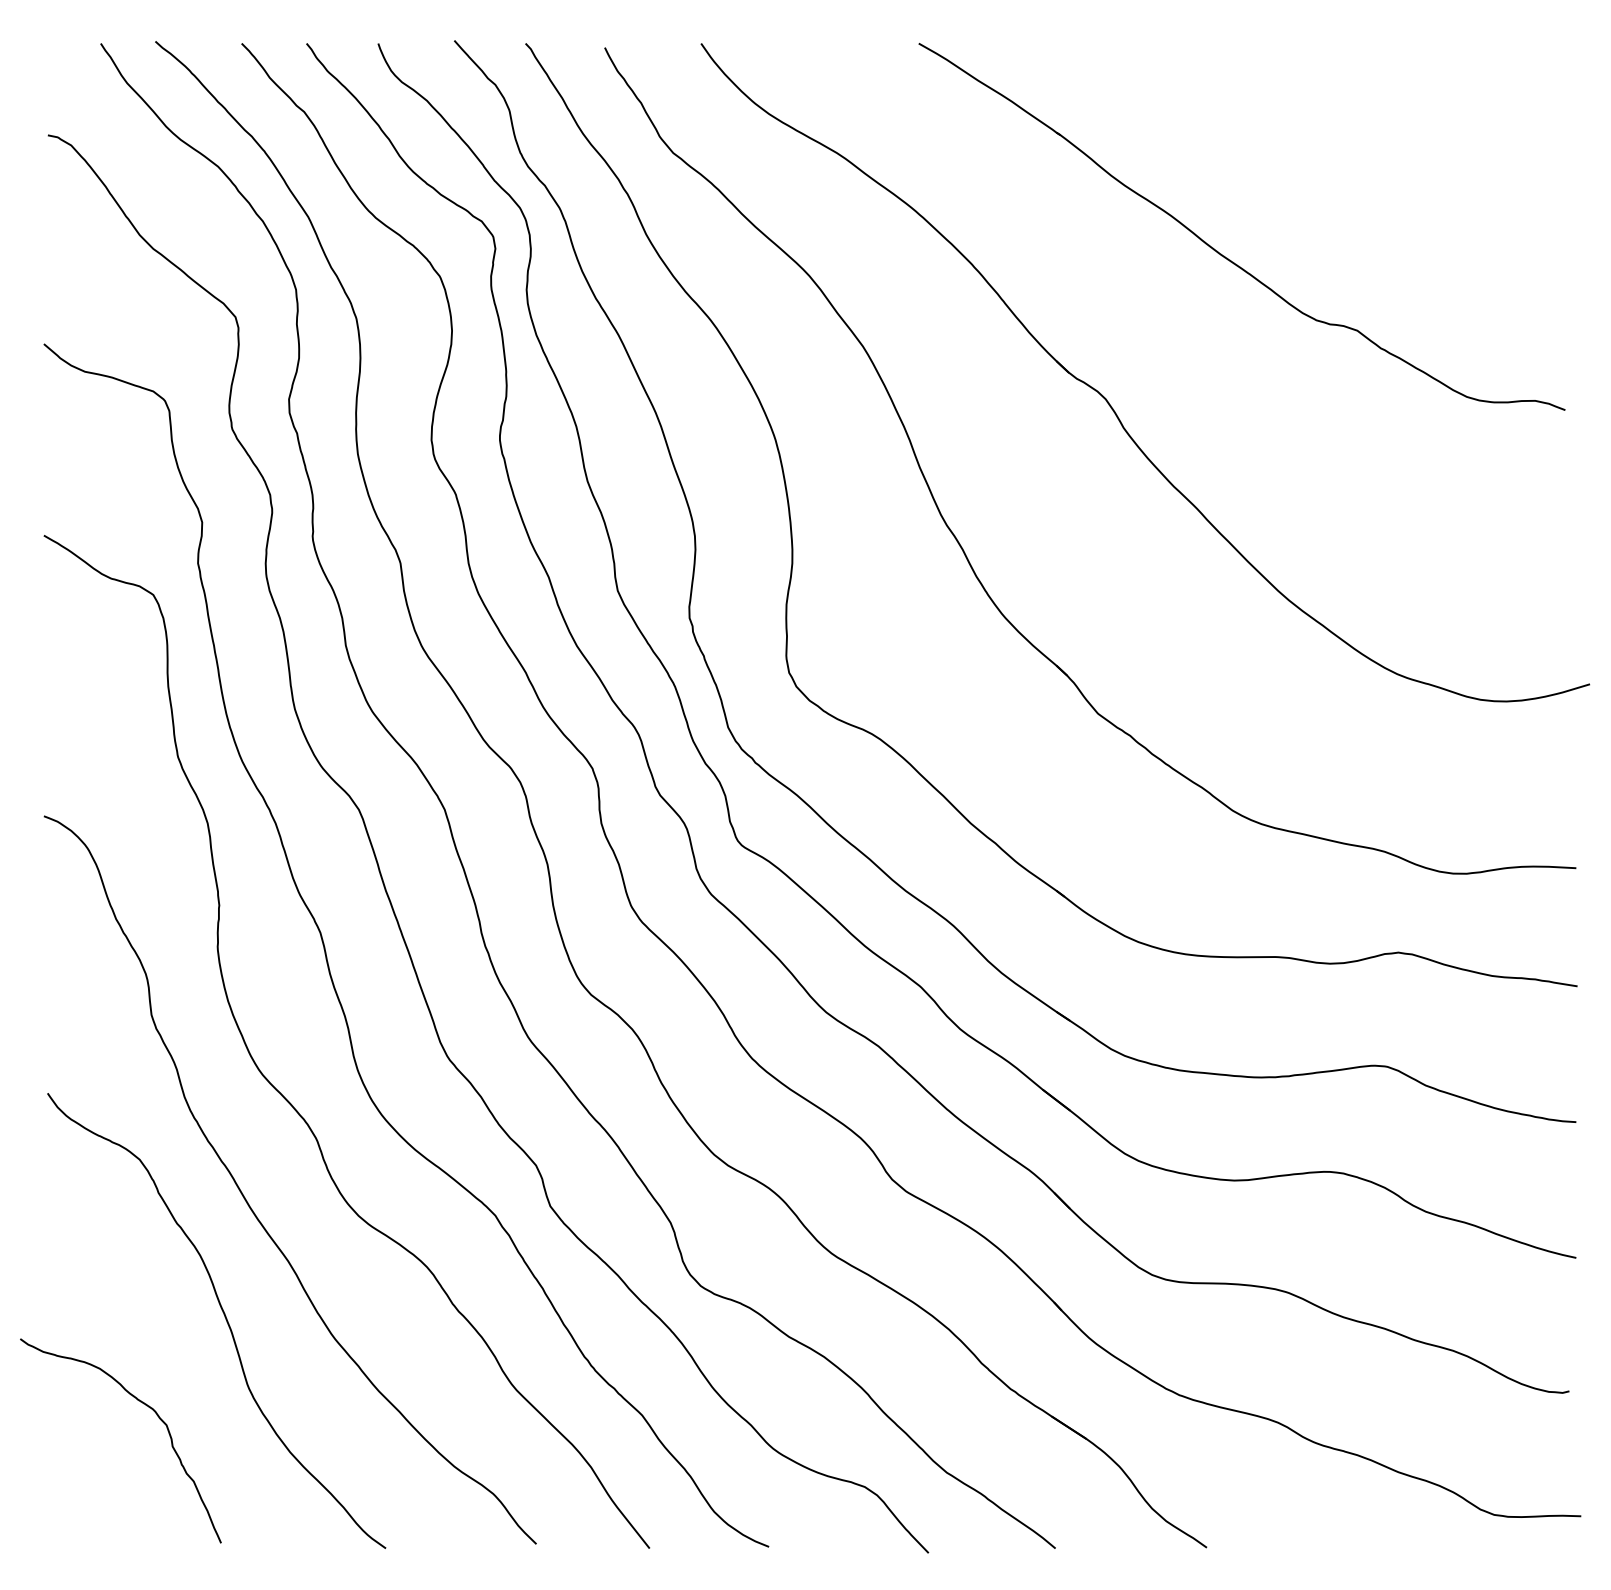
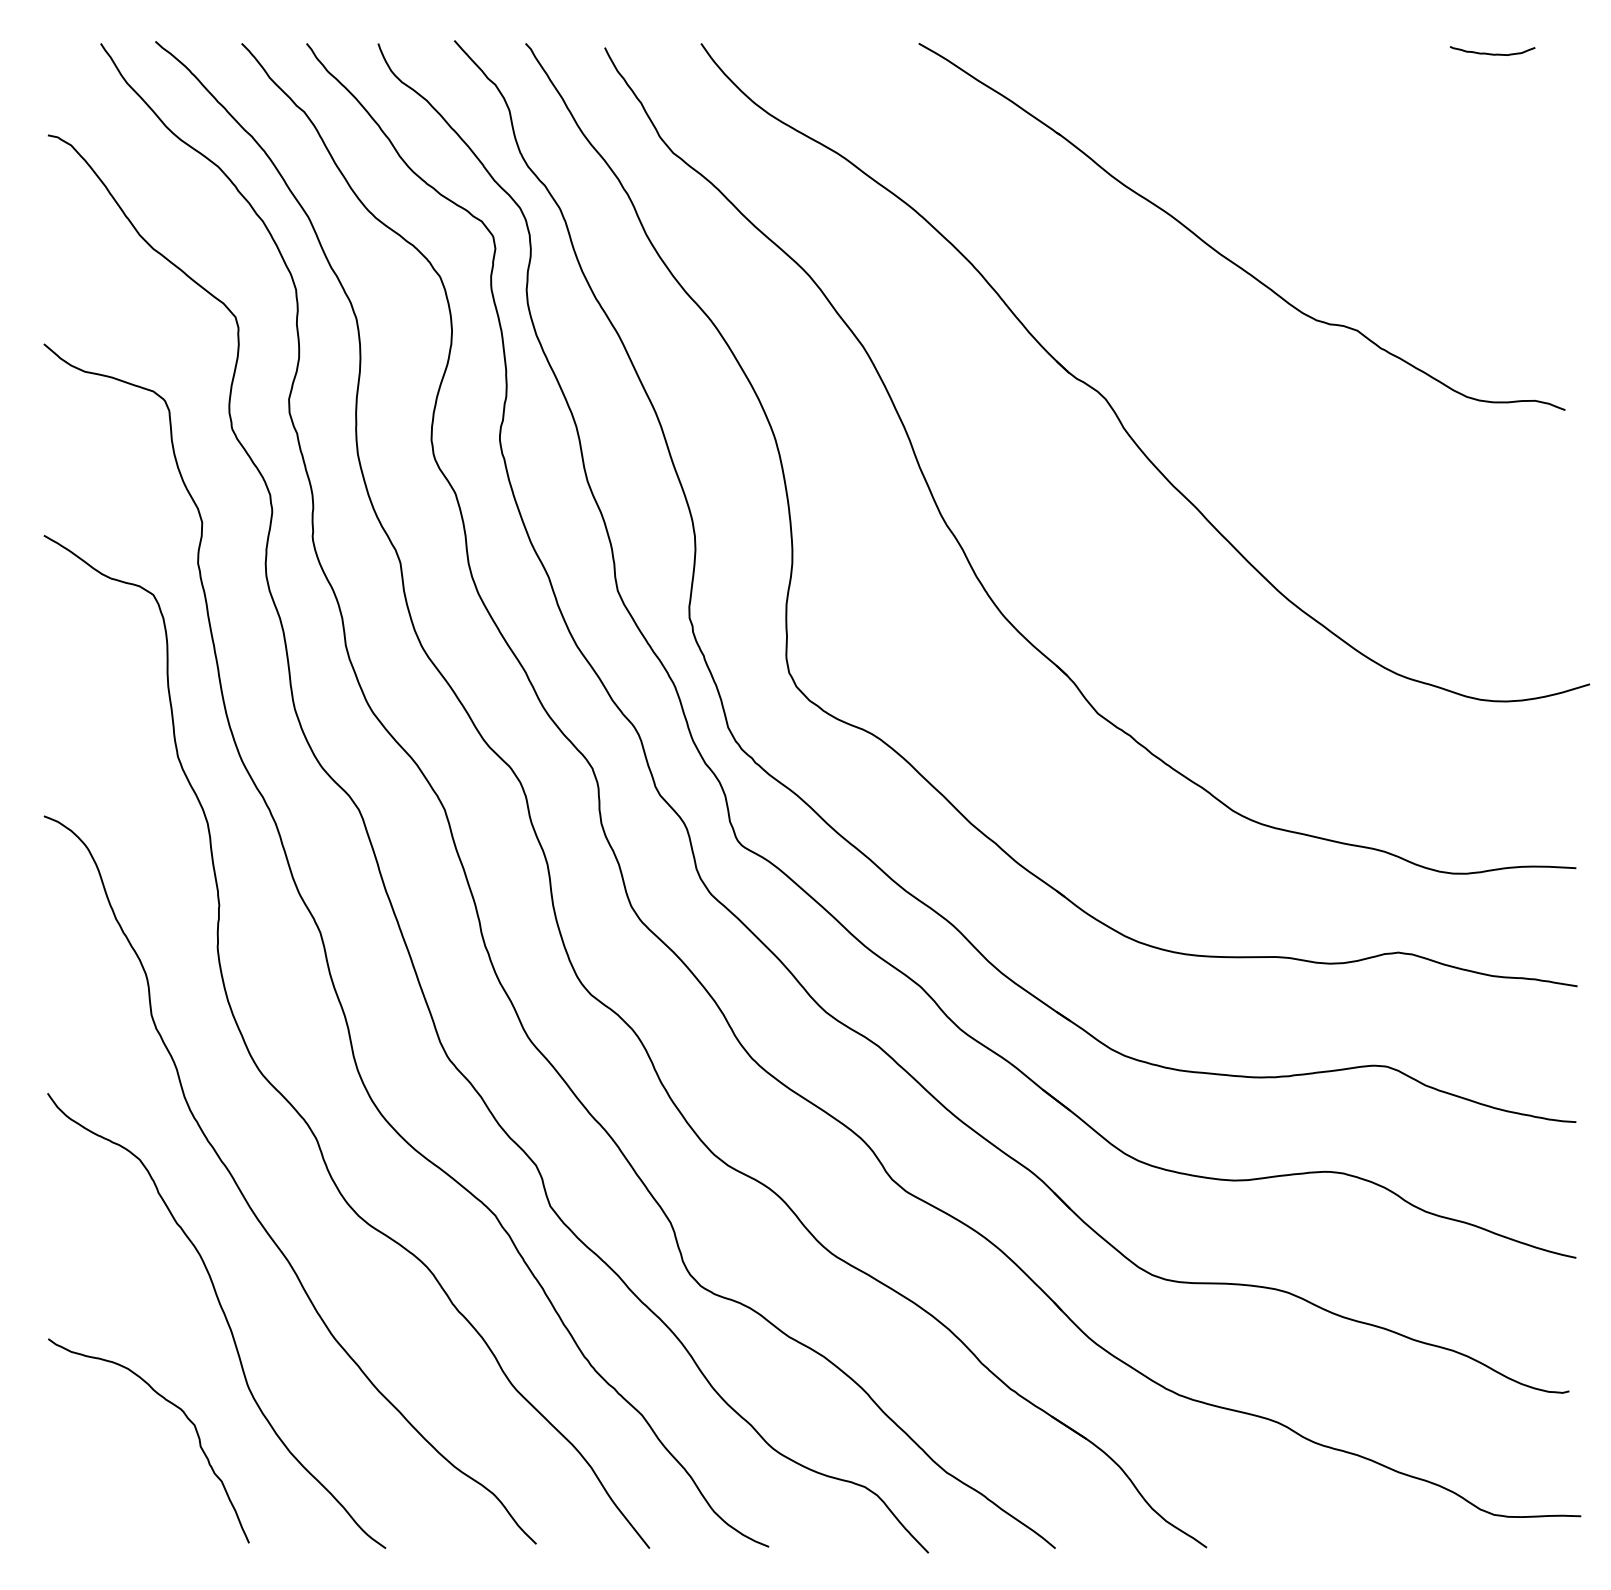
curve at (1492, 53): none -> present
curve at (143, 1404) position: (143, 1404) -> (171, 1404)
